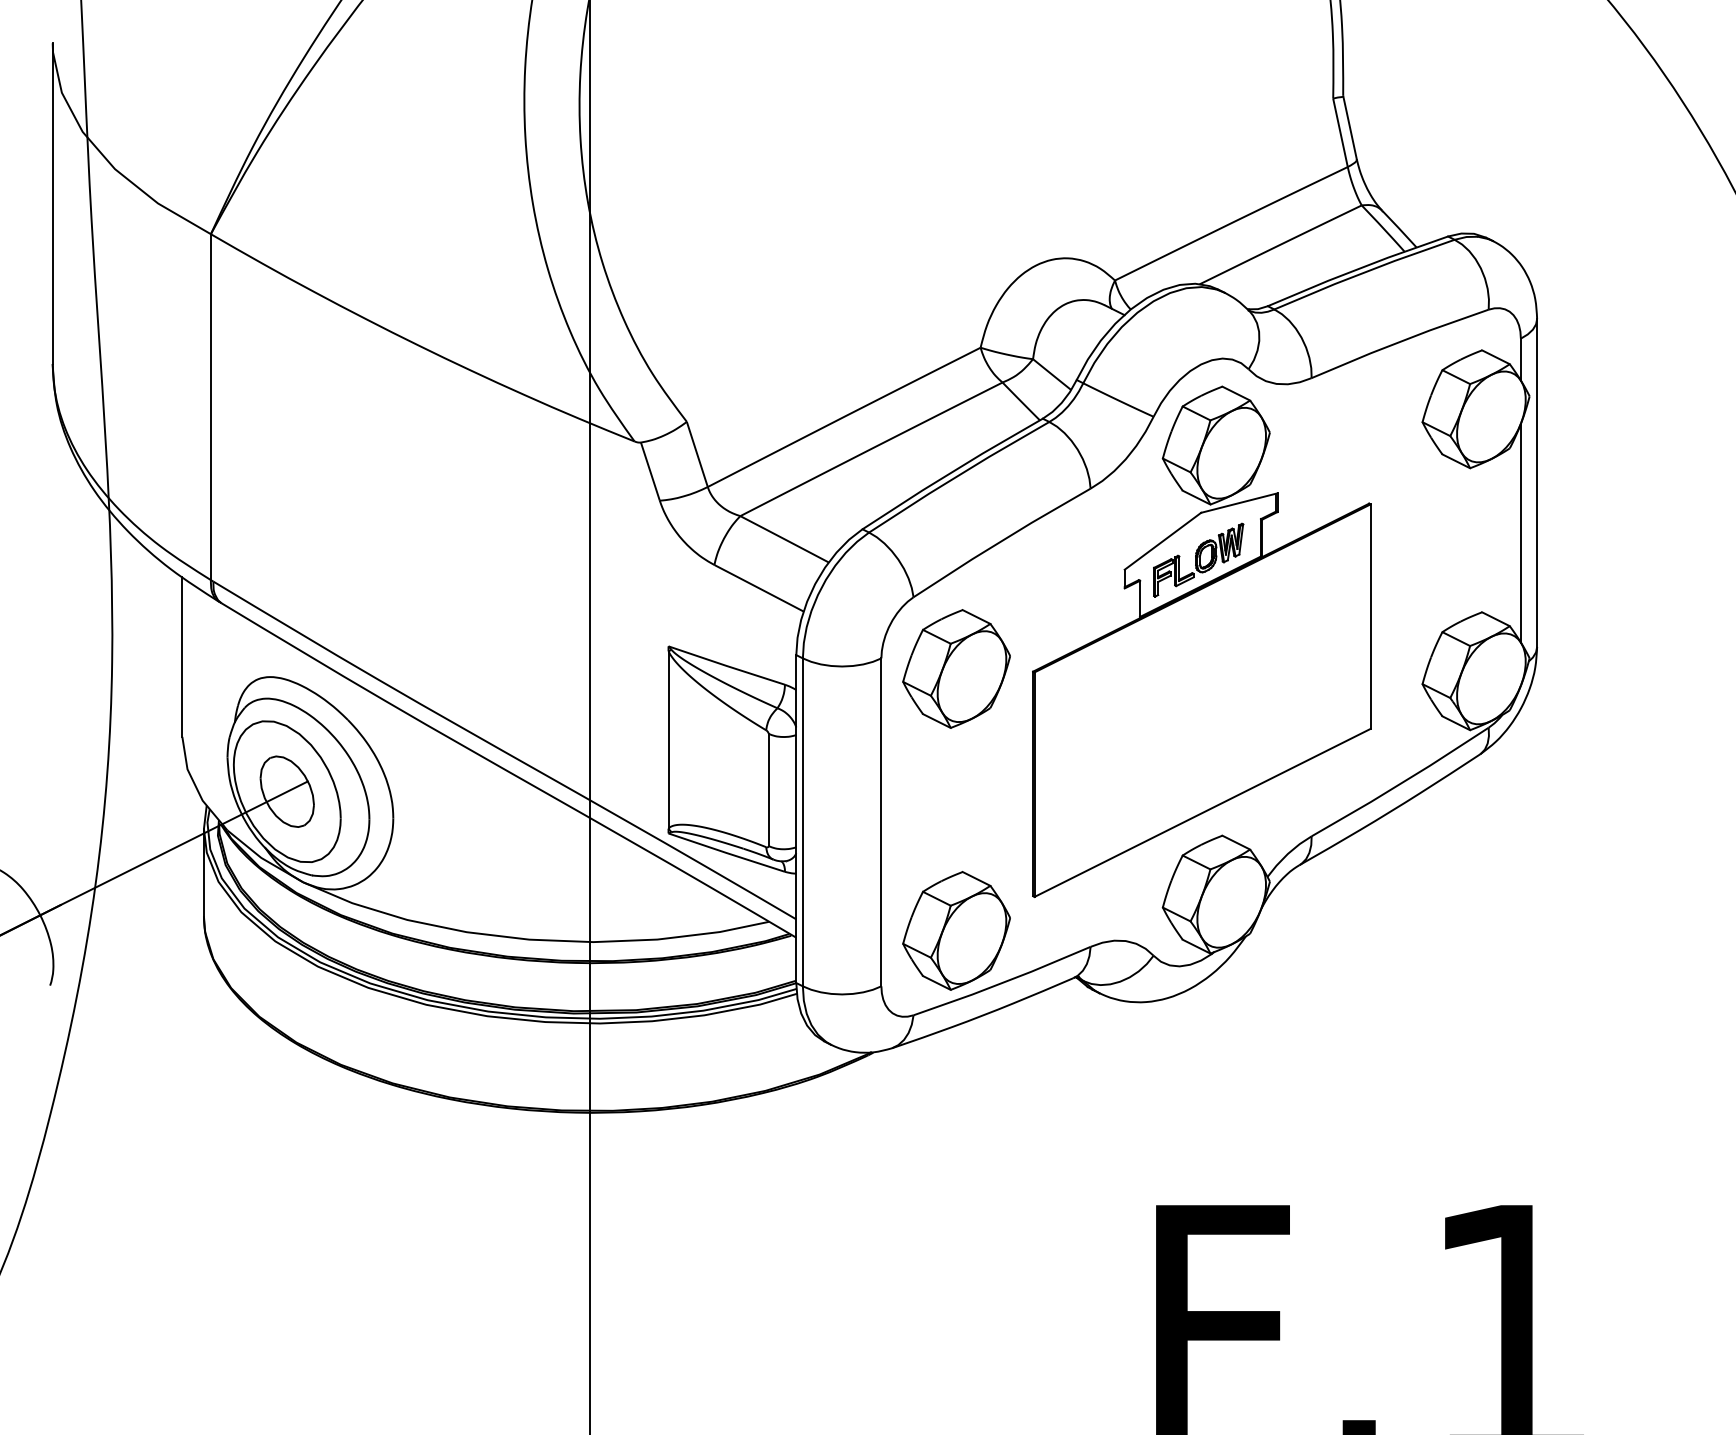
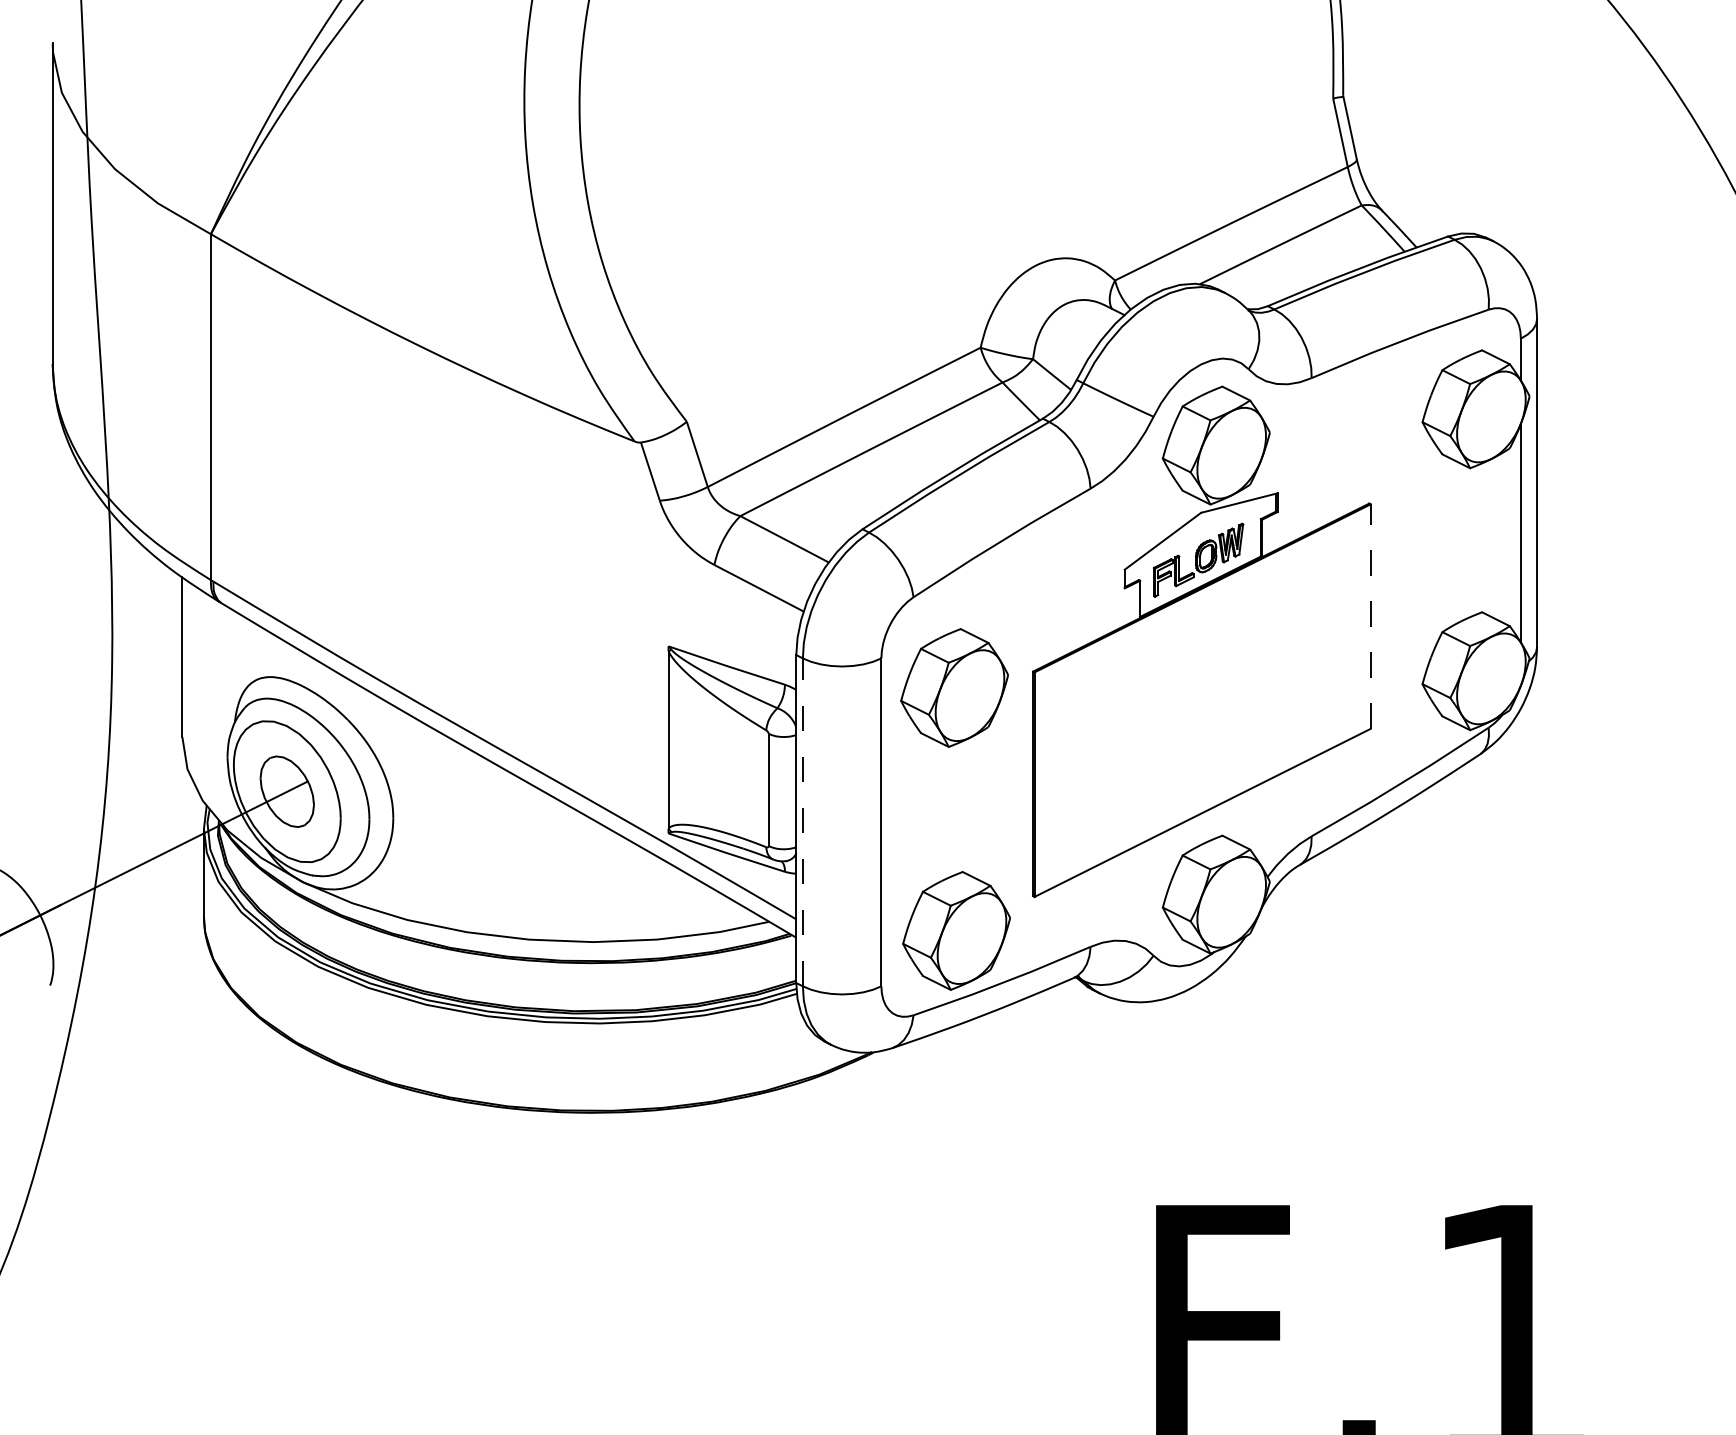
line at (1370, 616): solid -> dashed
part at (956, 668) position: (956, 668) -> (954, 687)
line at (589, 716): present -> none
line at (802, 822): solid -> dashed
